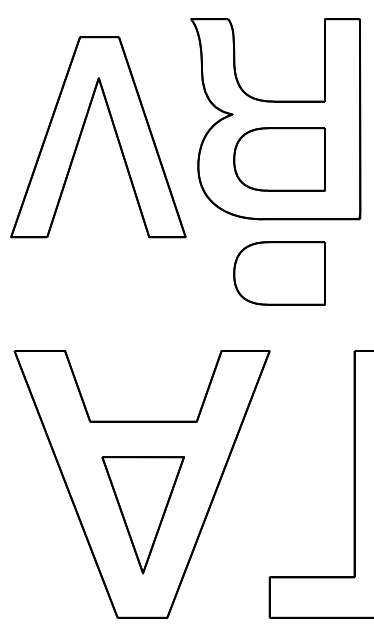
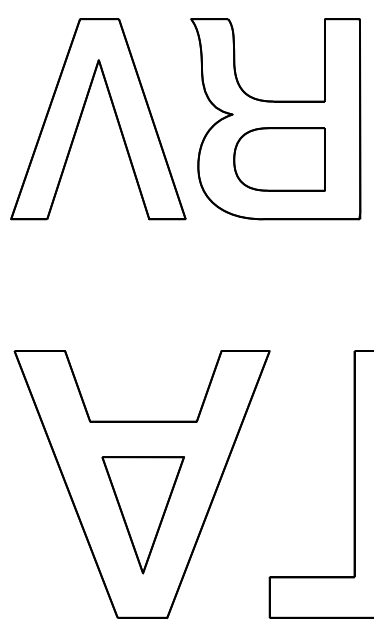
part at (82, 132) position: (82, 132) -> (82, 114)
part at (279, 273): present -> none
